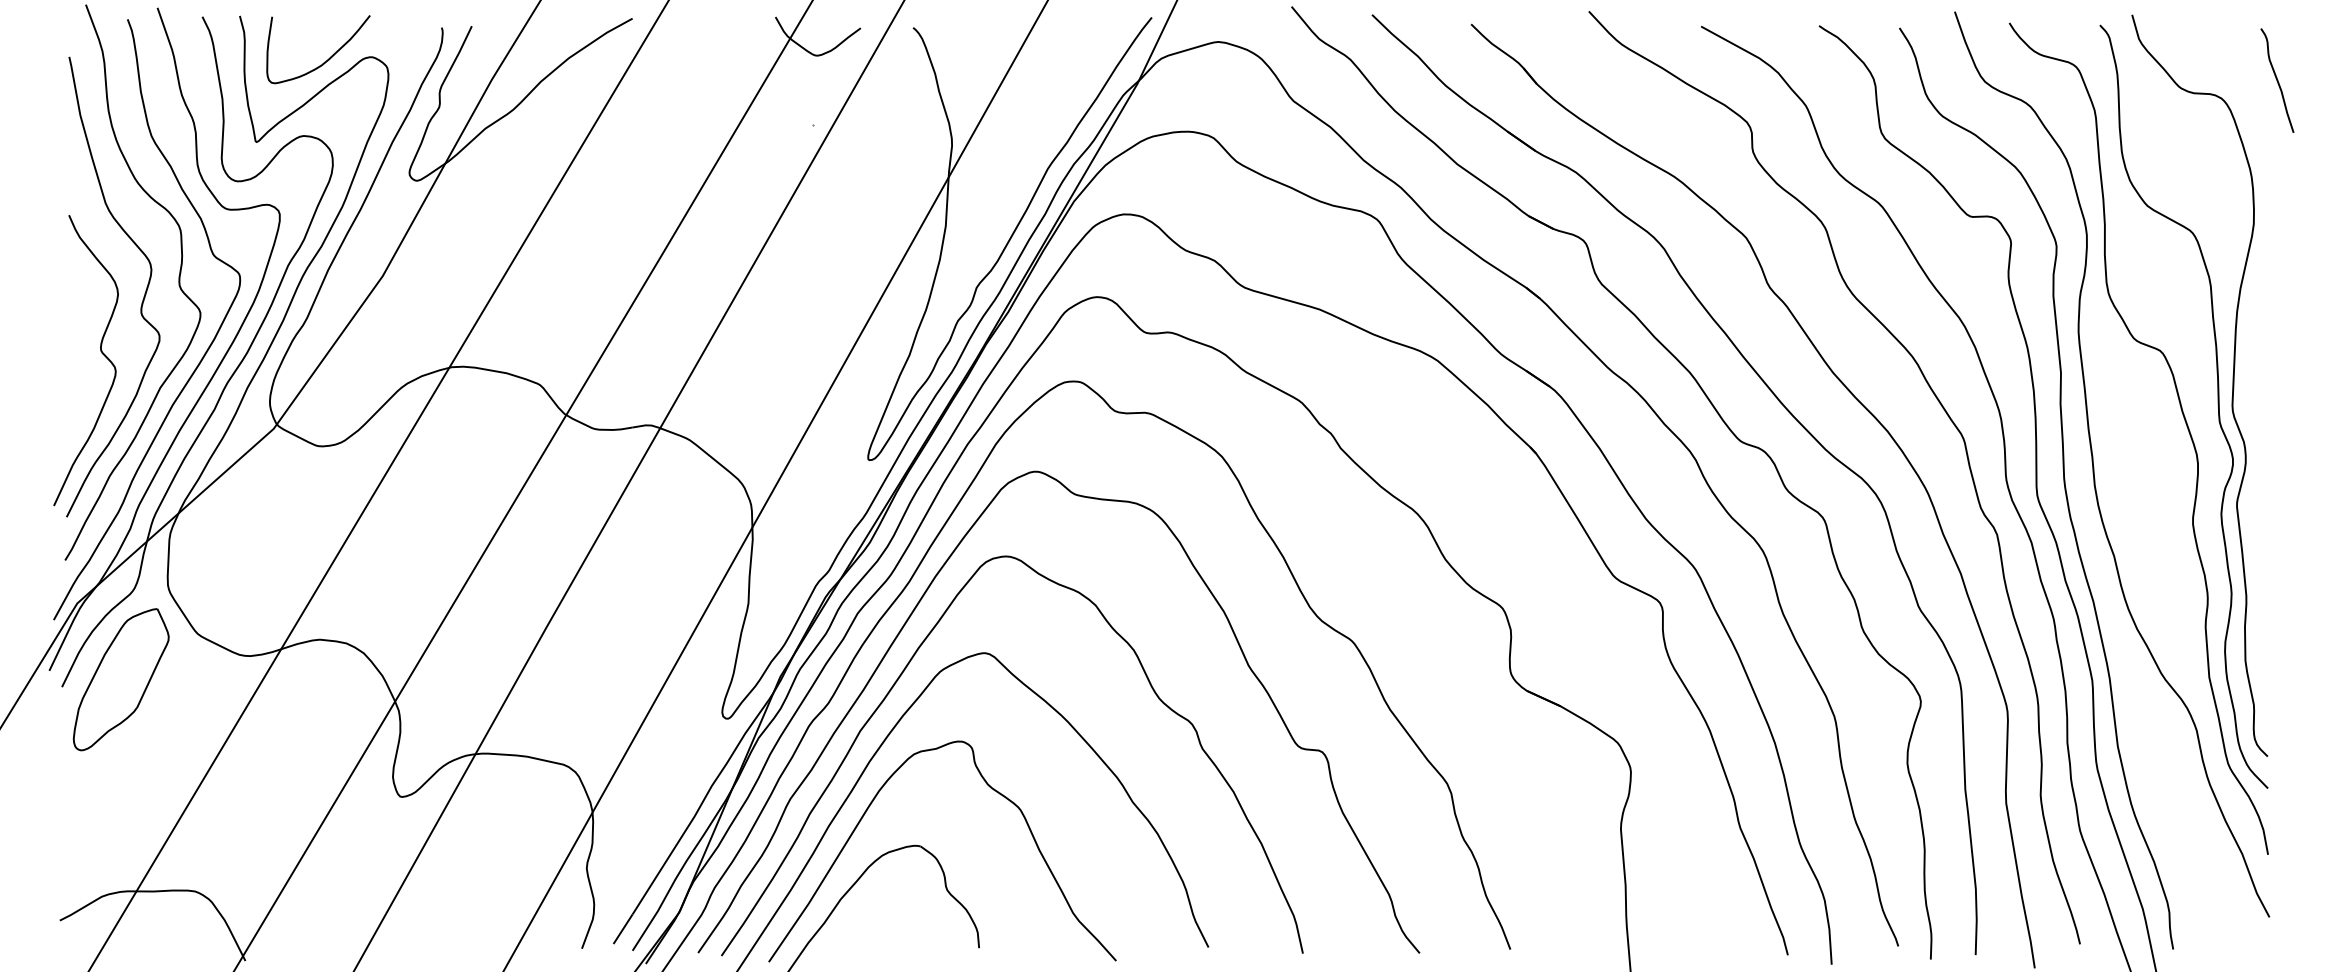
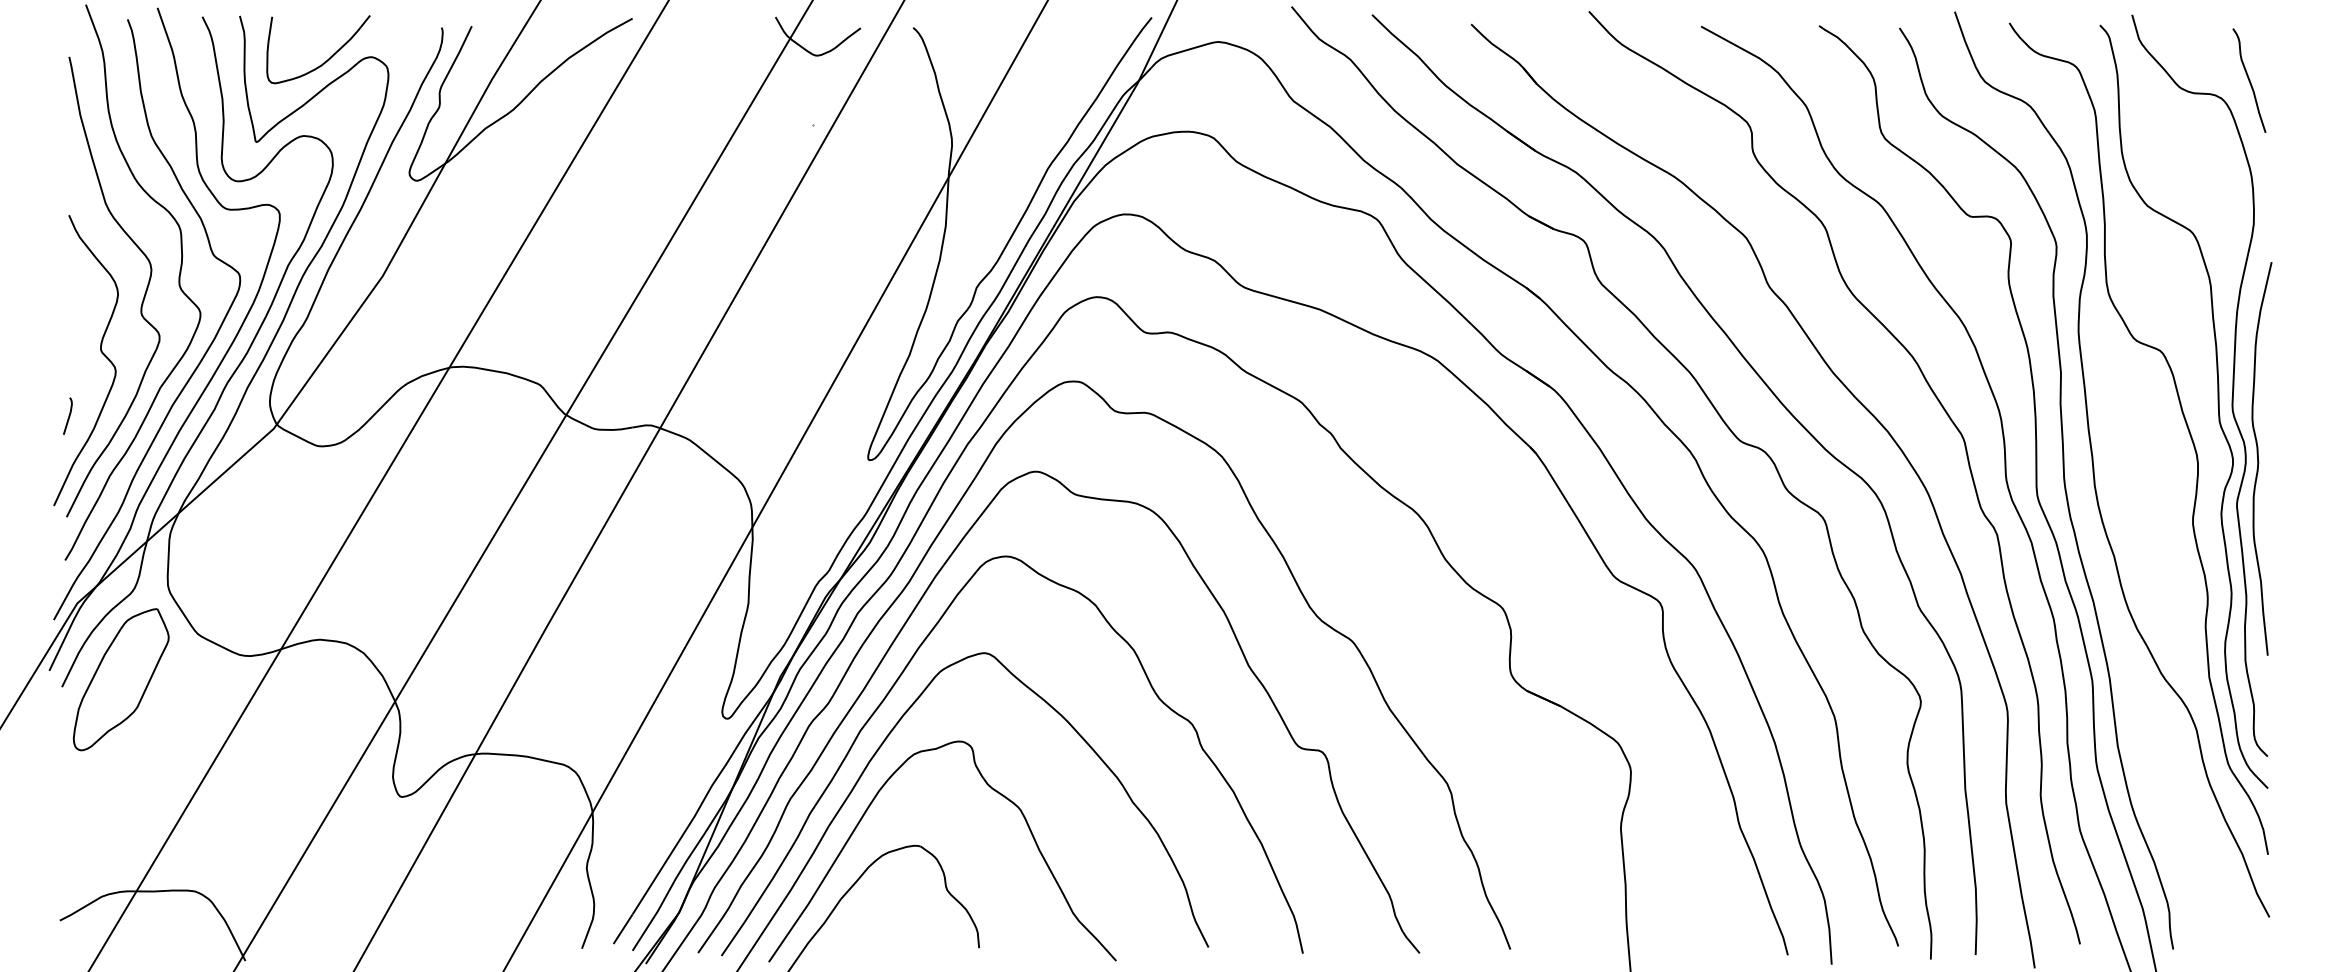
curve at (2277, 80) position: (2277, 80) -> (2249, 80)
curve at (68, 415): none -> present
curve at (2258, 458): none -> present
